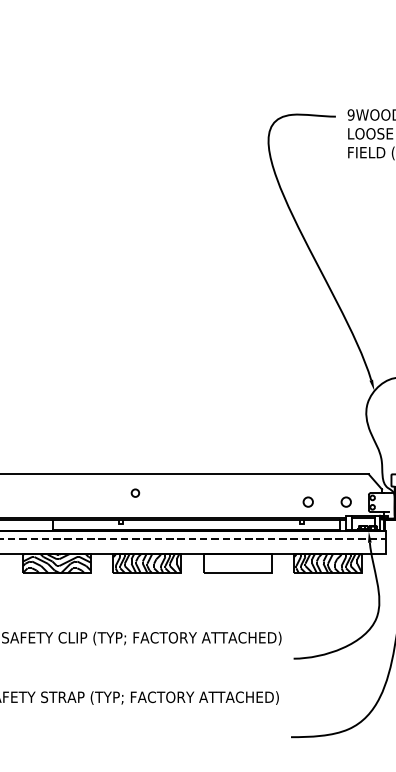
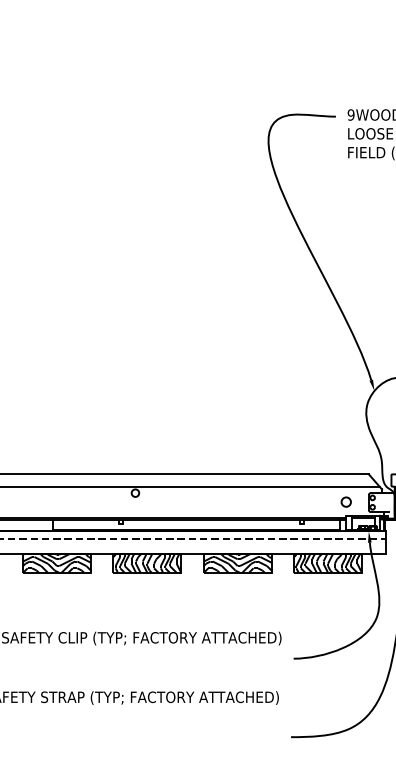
line at (190, 486): none -> present
circle at (307, 501): present -> none
hatch at (237, 563): none -> present
